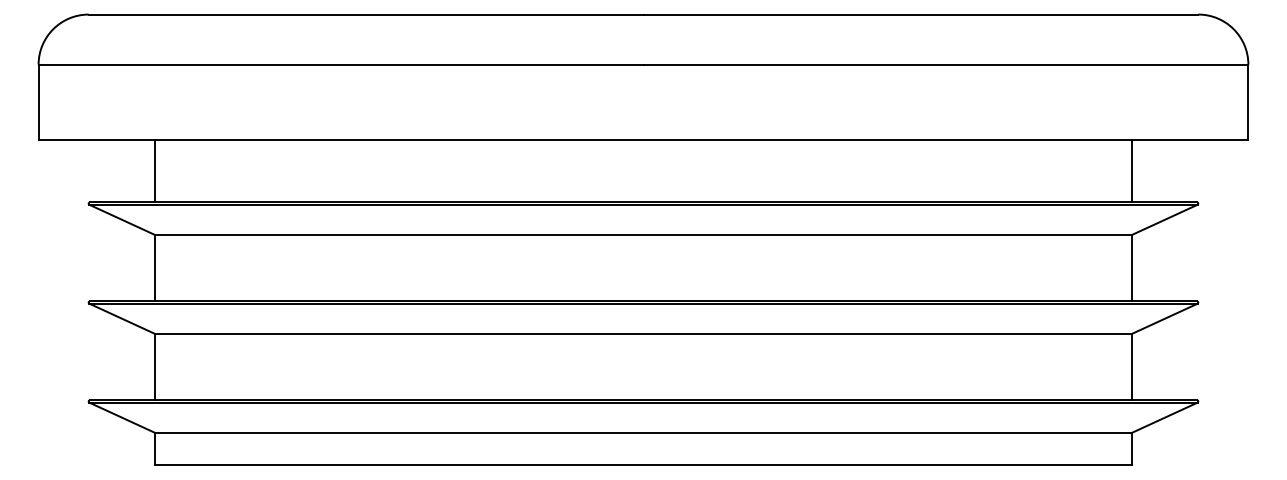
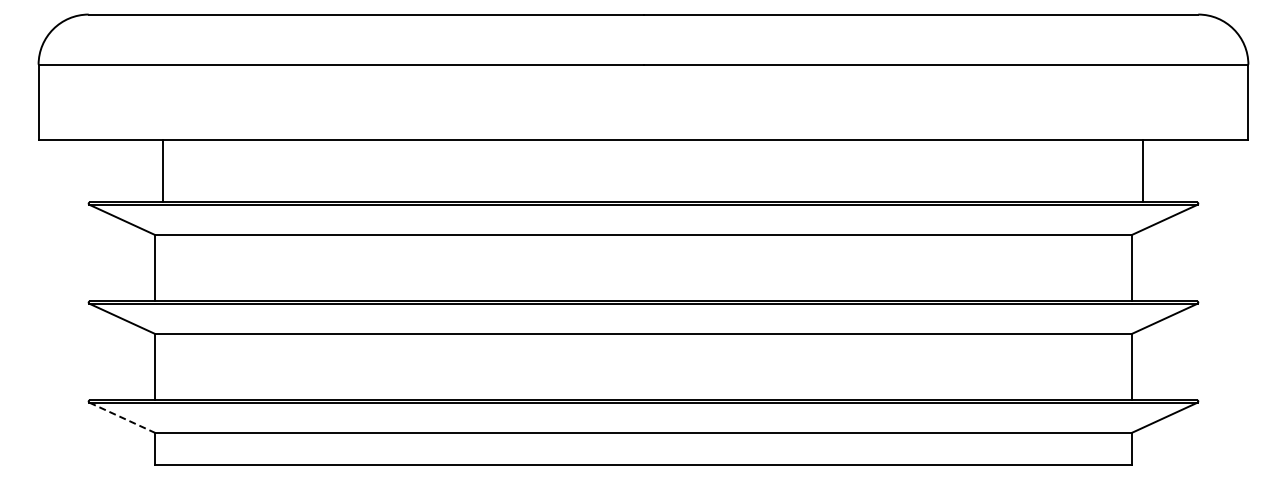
line at (155, 170) position: (155, 170) -> (163, 170)
line at (1131, 170) position: (1131, 170) -> (1142, 170)
line at (122, 417): solid -> dashed
